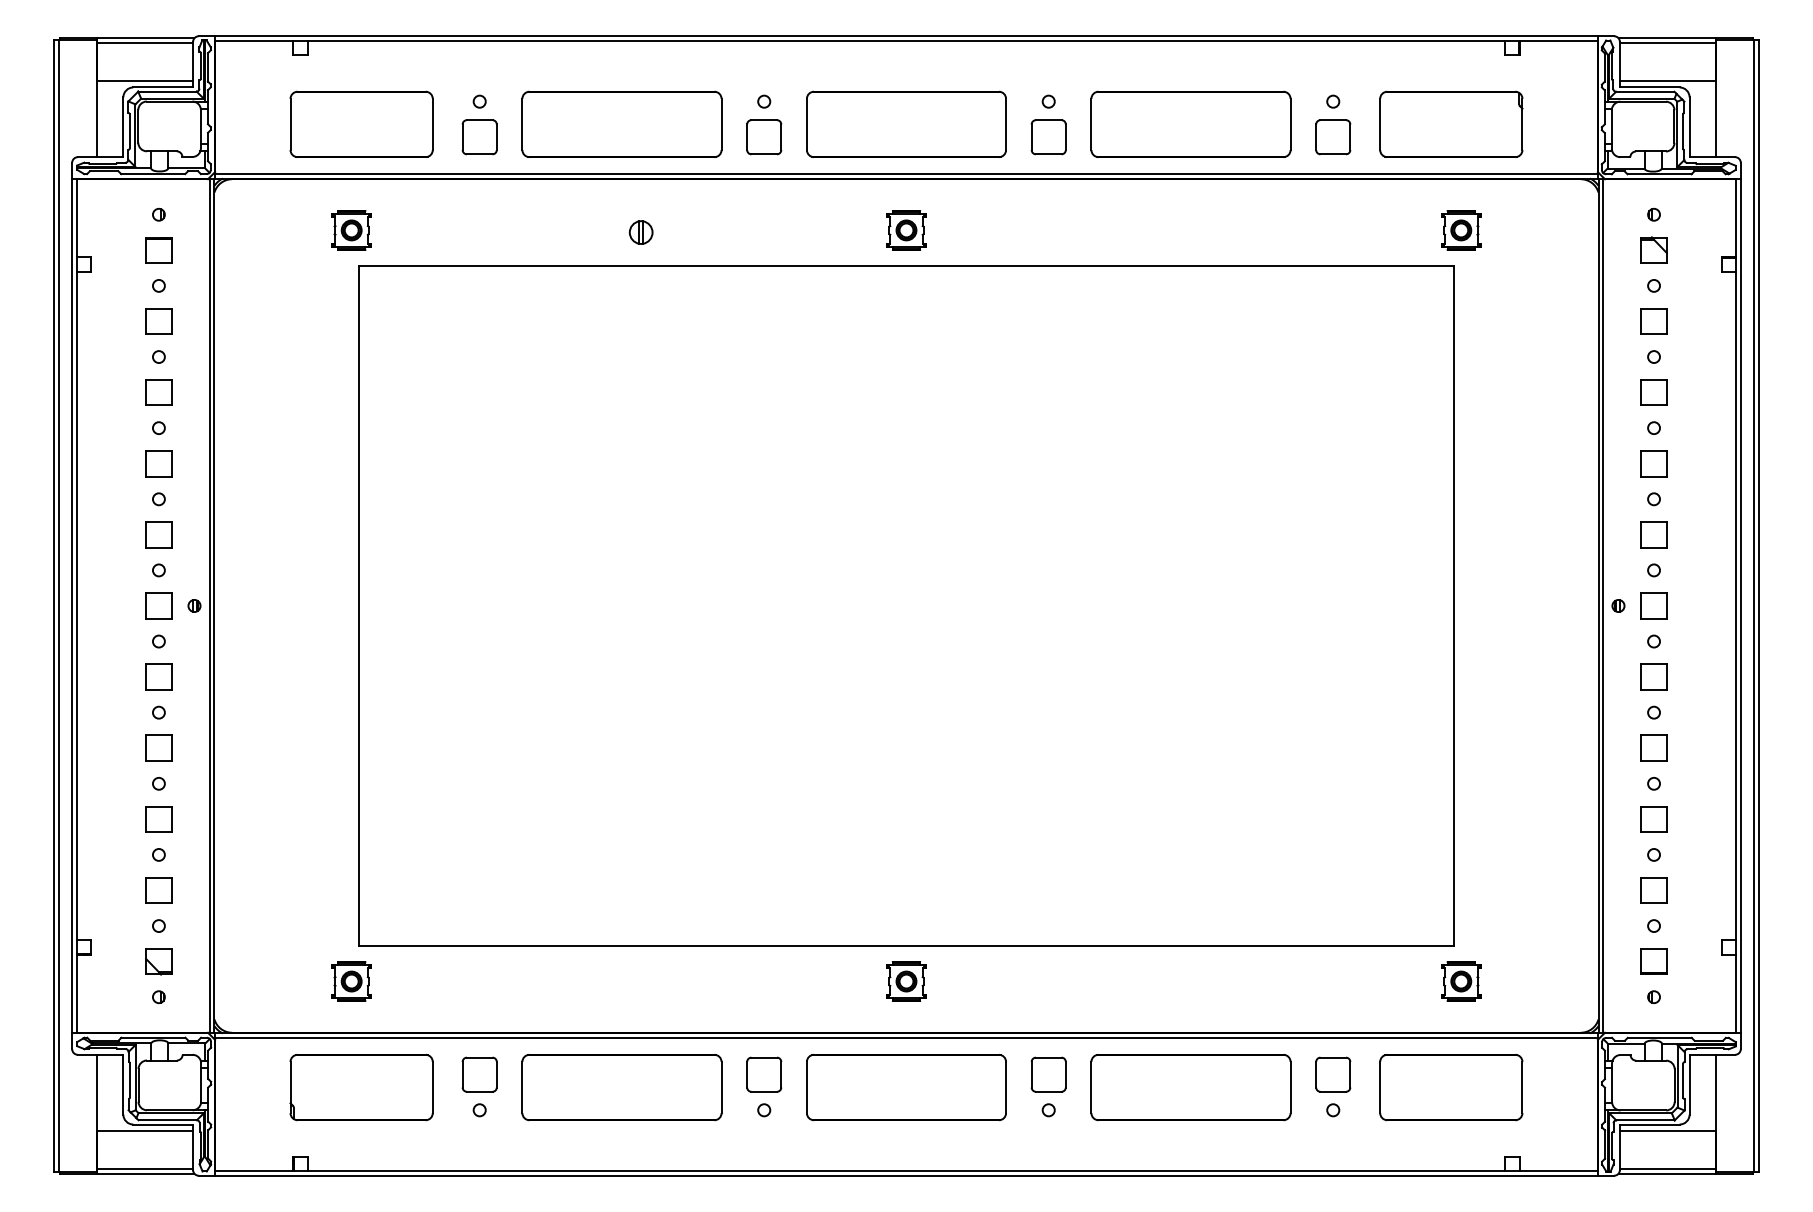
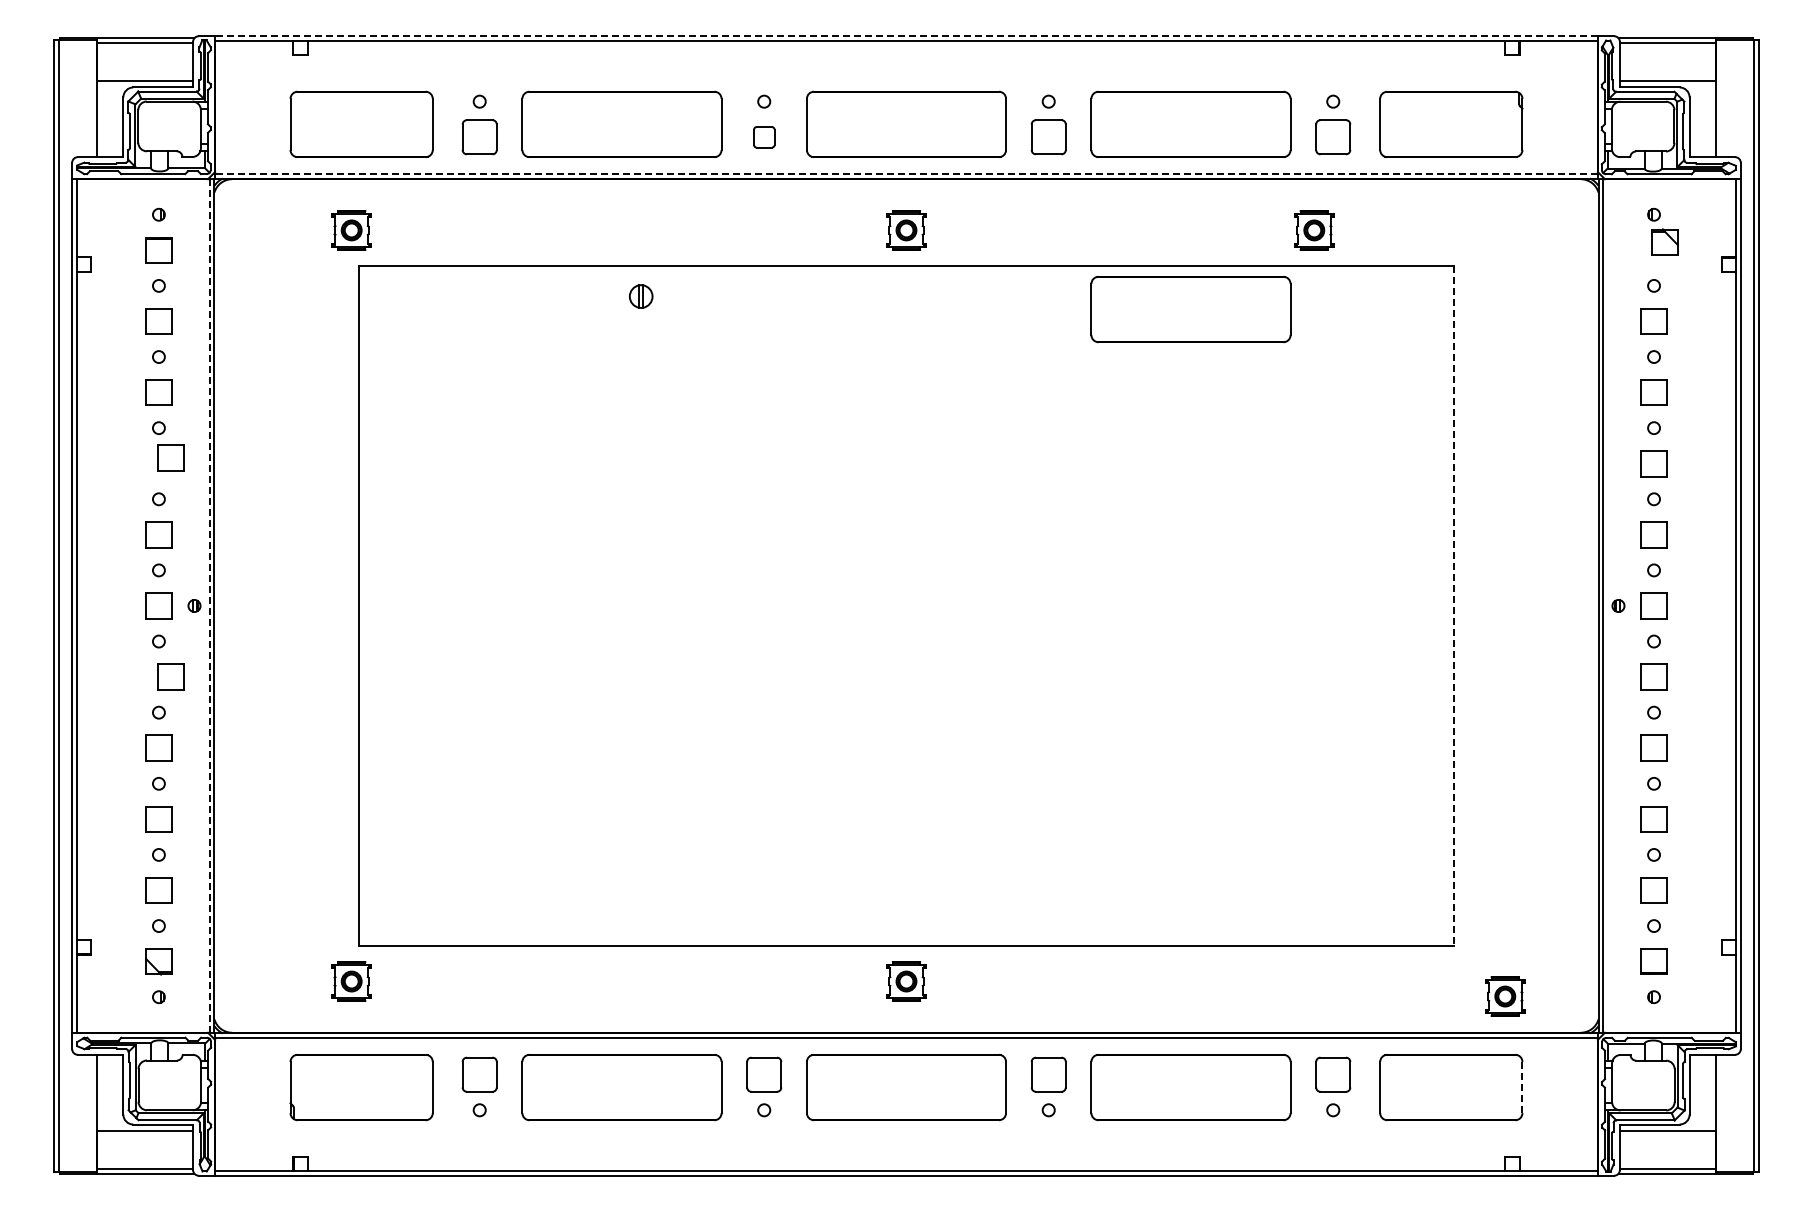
line at (905, 36): solid -> dashed
part at (764, 137) size: 37x37 px -> 23x23 px
line at (905, 173): solid -> dashed
part at (1461, 230) position: (1461, 230) -> (1314, 230)
part at (640, 232) position: (640, 232) -> (640, 296)
part at (1653, 249) position: (1653, 249) -> (1664, 241)
part at (1190, 309): none -> present
part at (158, 463) position: (158, 463) -> (170, 457)
line at (209, 606): solid -> dashed
line at (1454, 606): solid -> dashed
part at (158, 676) position: (158, 676) -> (170, 676)
part at (1461, 981) position: (1461, 981) -> (1505, 996)
line at (1522, 1087): solid -> dashed
